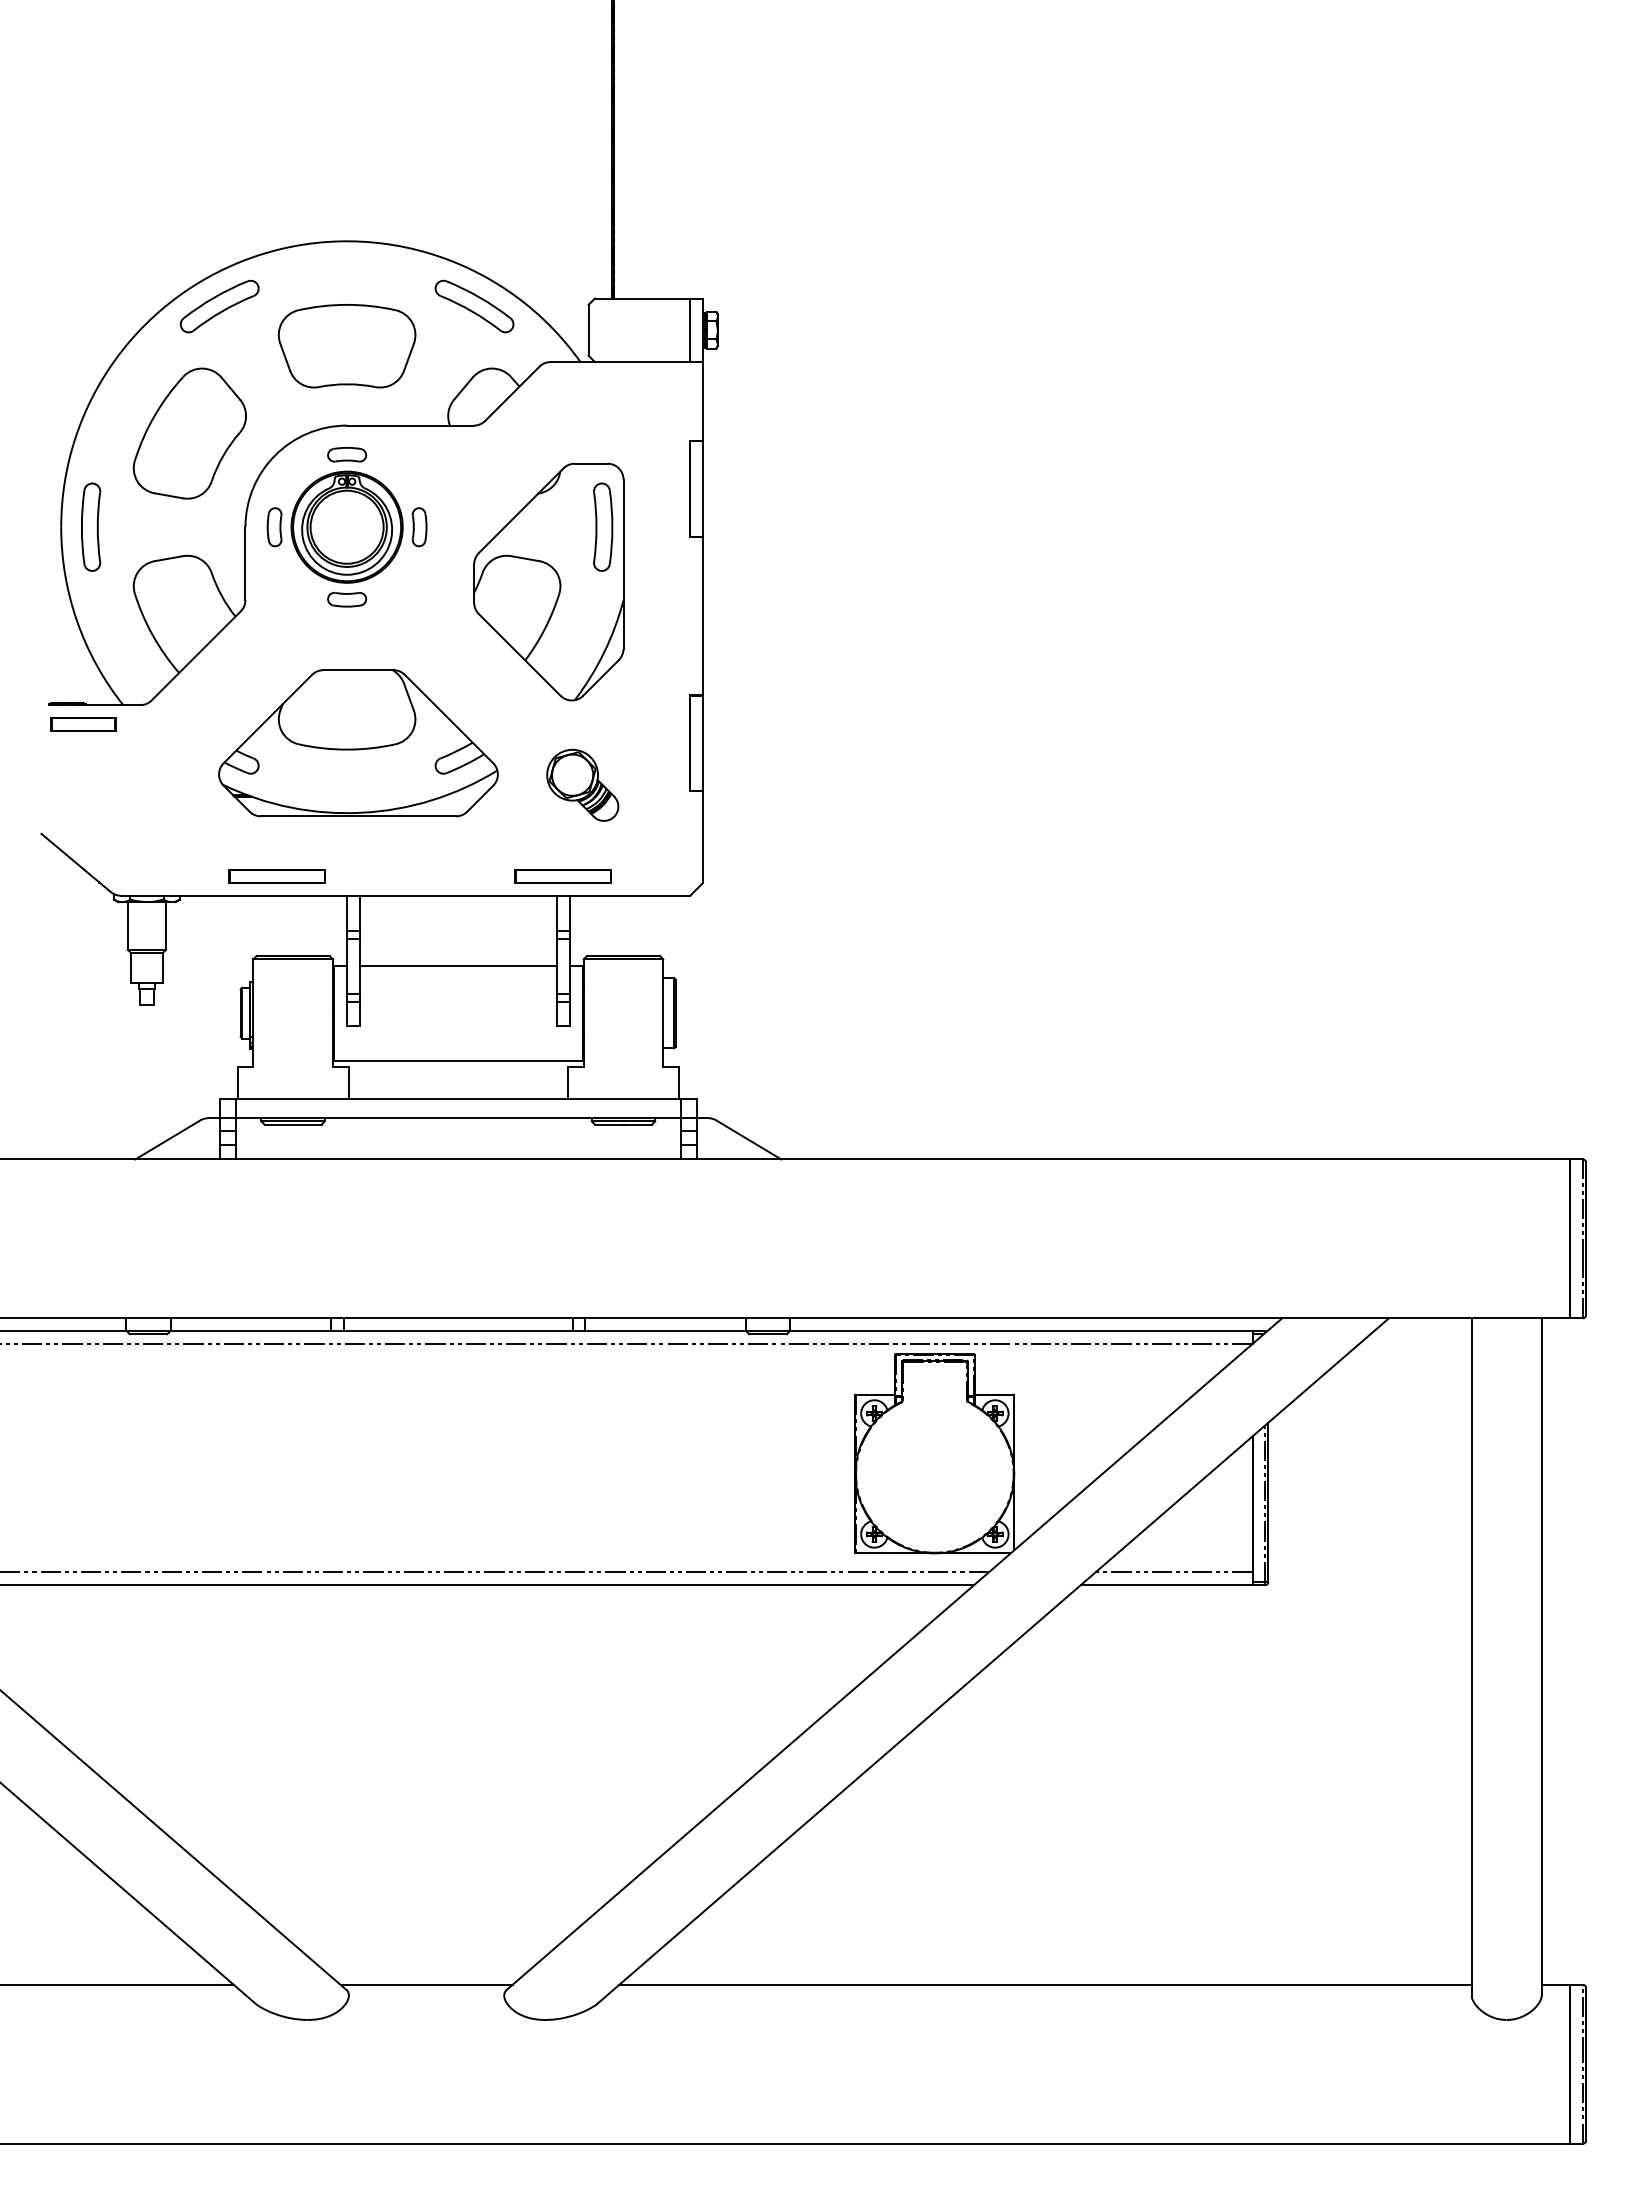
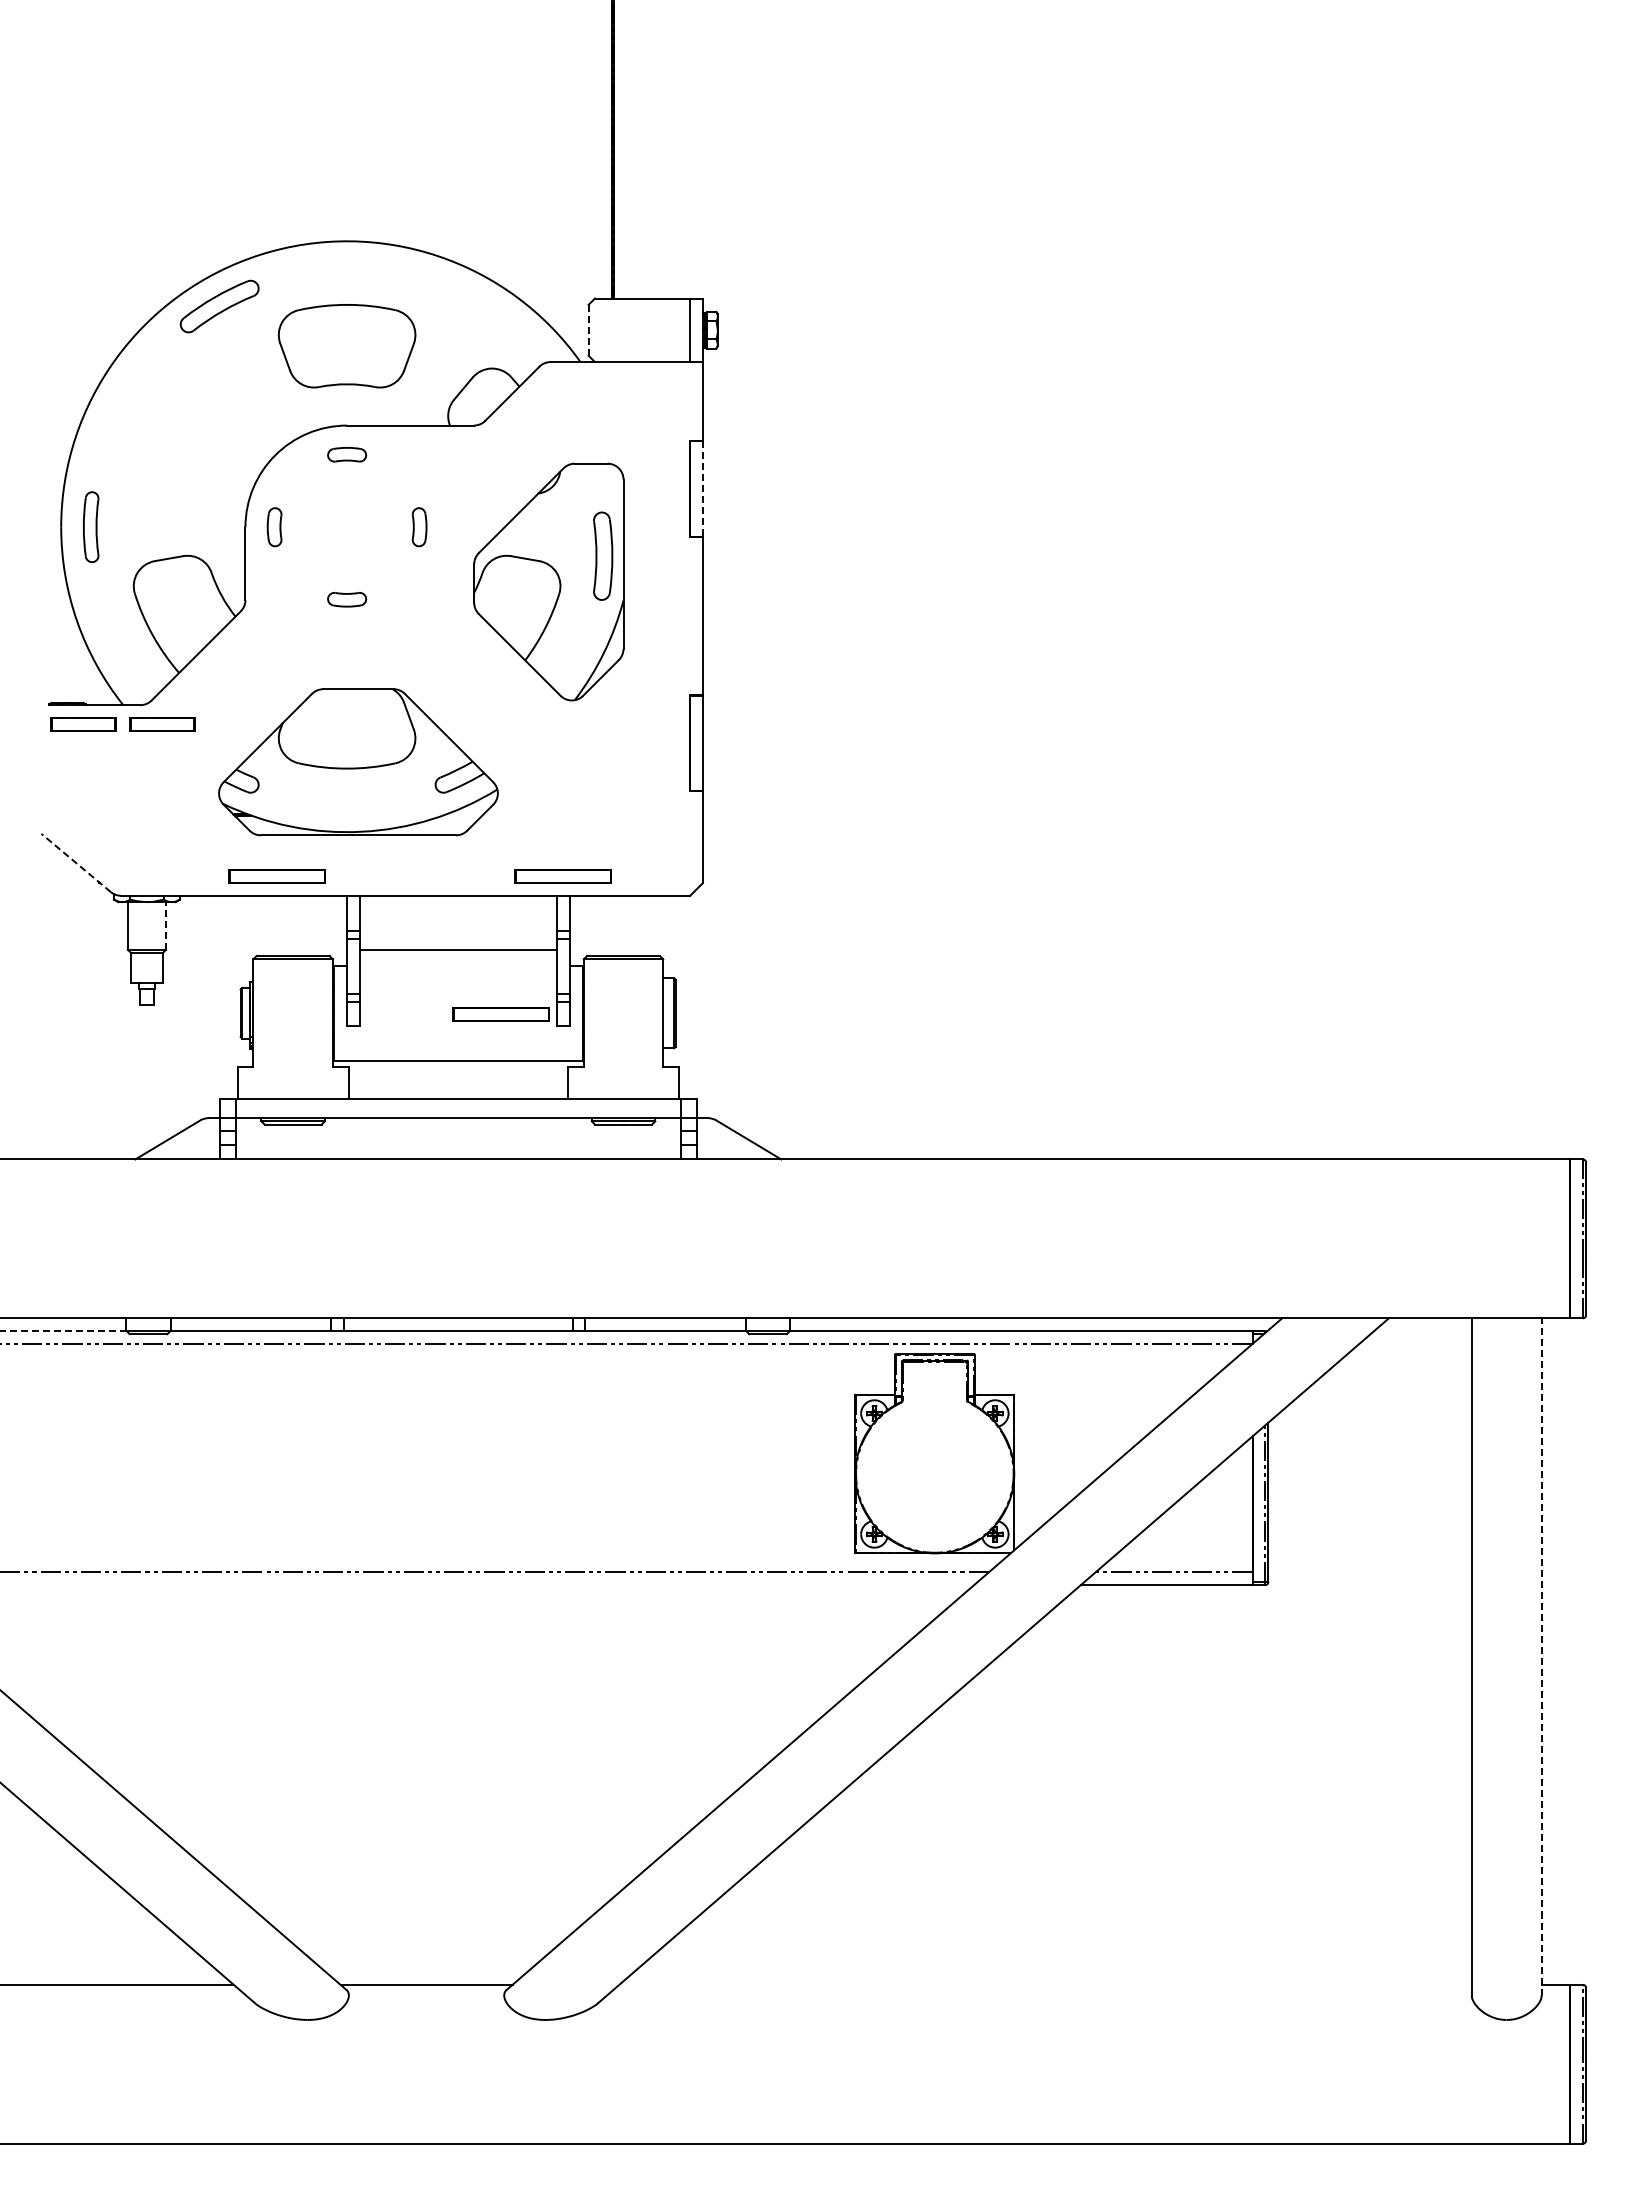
part at (474, 306): present -> none
line at (588, 330): solid -> dashed
part at (189, 433): present -> none
line at (702, 489): solid -> dashed
part at (91, 526) size: 21x90 px -> 17x73 px
part at (346, 526): present -> none
part at (603, 526) position: (603, 526) -> (603, 555)
part at (162, 724): none -> present
part at (358, 743) position: (358, 743) -> (358, 762)
part at (582, 784): present -> none
line at (75, 862): solid -> dashed
line at (166, 925): solid -> dashed
line at (457, 965) position: (457, 965) -> (457, 949)
part at (500, 1014): none -> present
line at (63, 1331): solid -> dashed
line at (488, 1585): present -> none
line at (1541, 1656): solid -> dashed
line at (1045, 1984): present -> none
